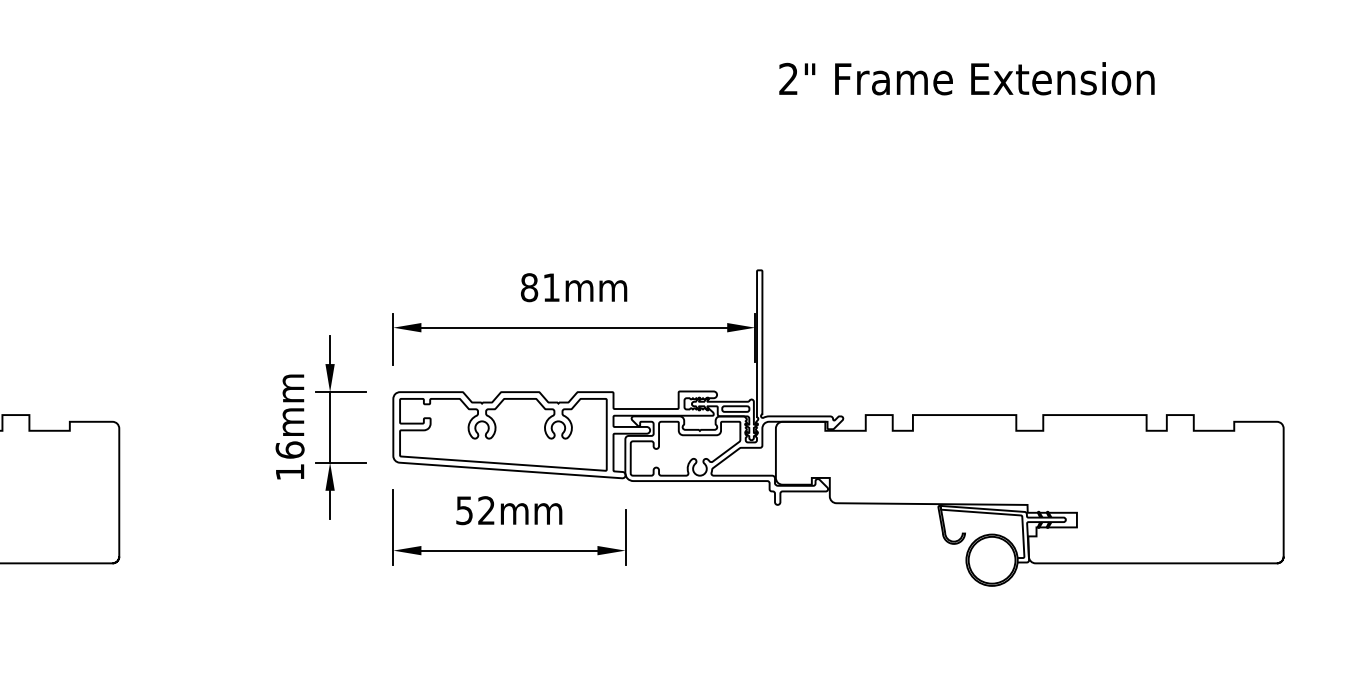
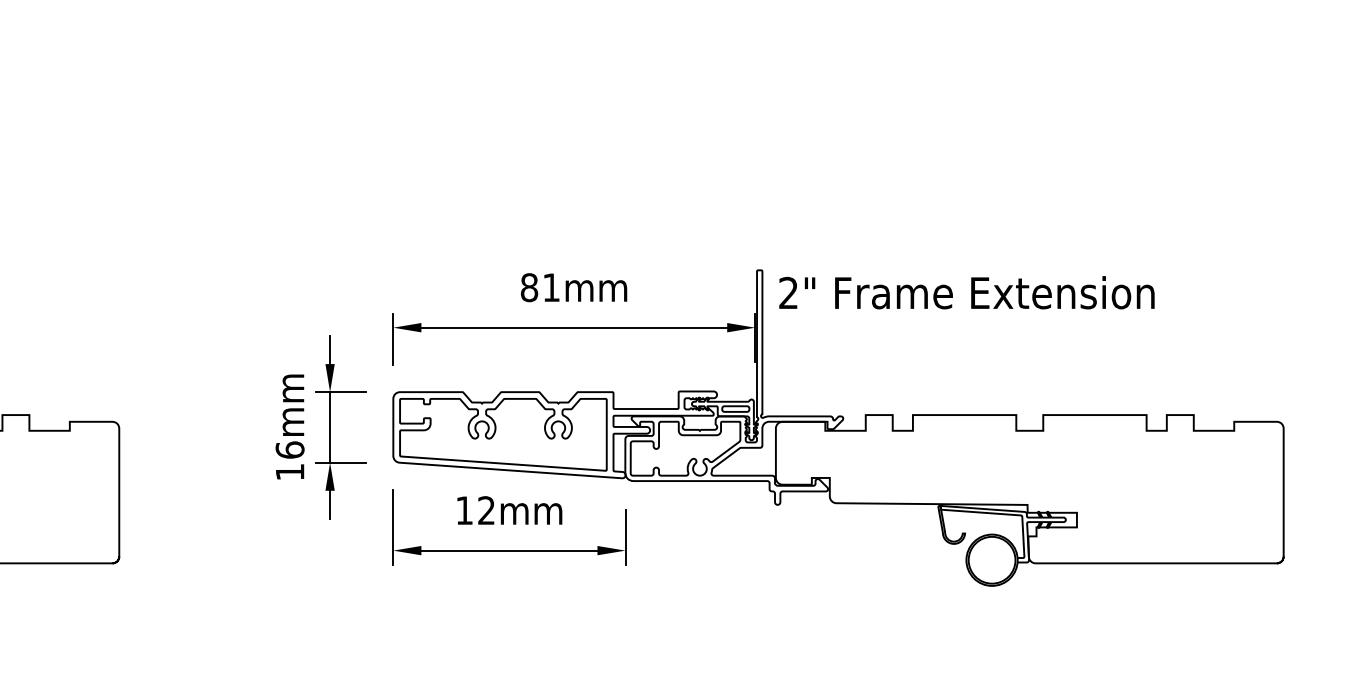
text at (966, 78) position: (966, 78) -> (966, 292)
text at (464, 510): 52mm -> 12mm
